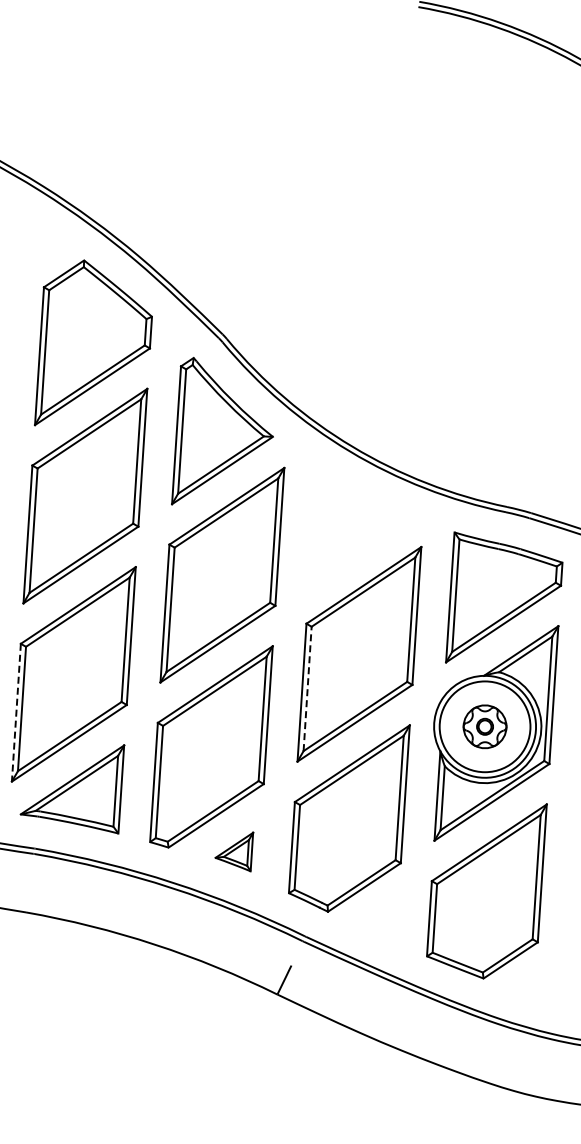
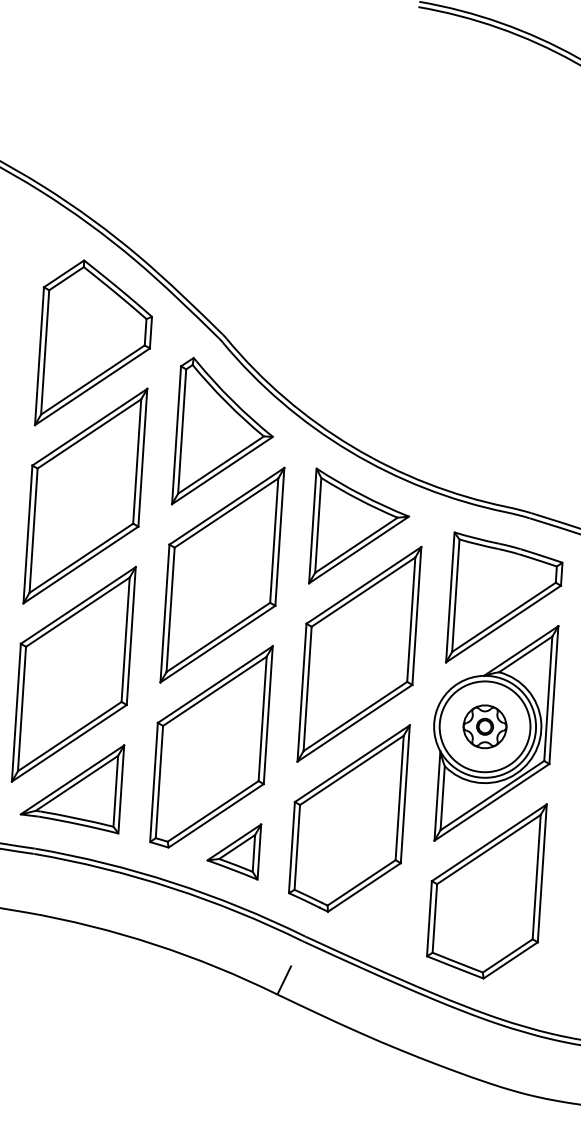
part at (359, 525): none -> present
line at (307, 688): dashed -> solid
line at (16, 713): dashed -> solid
part at (234, 851) size: 41x42 px -> 57x58 px
